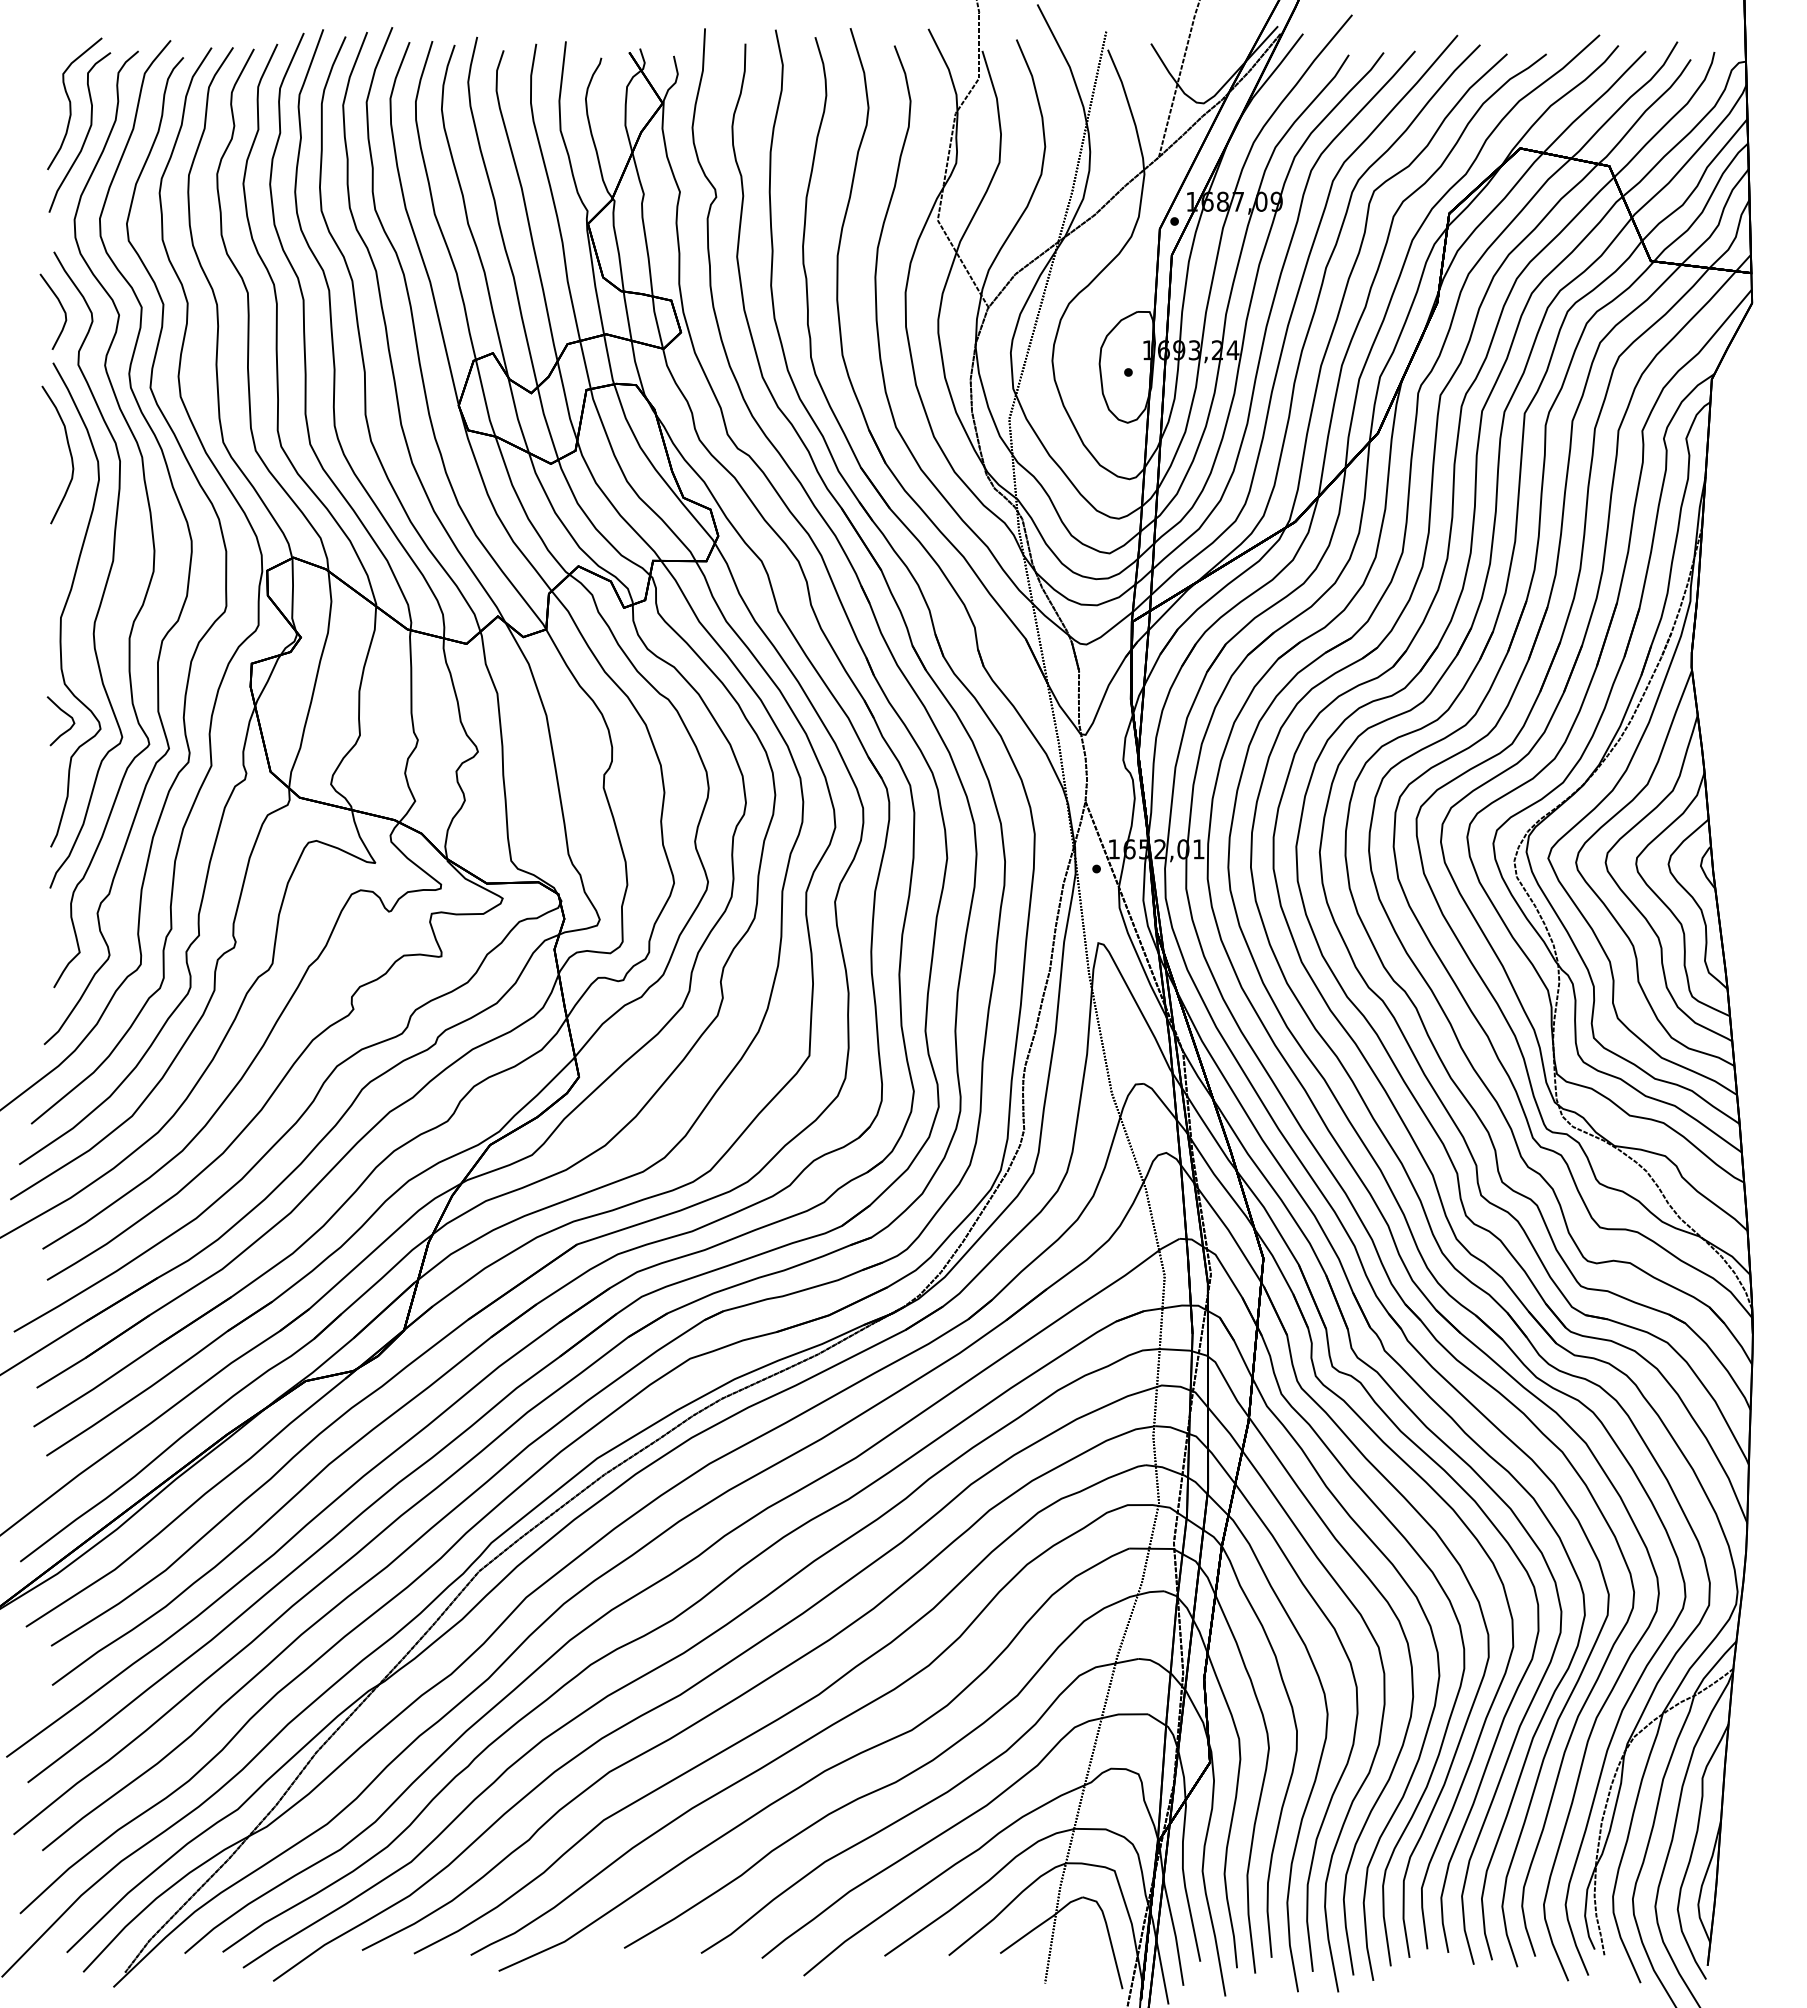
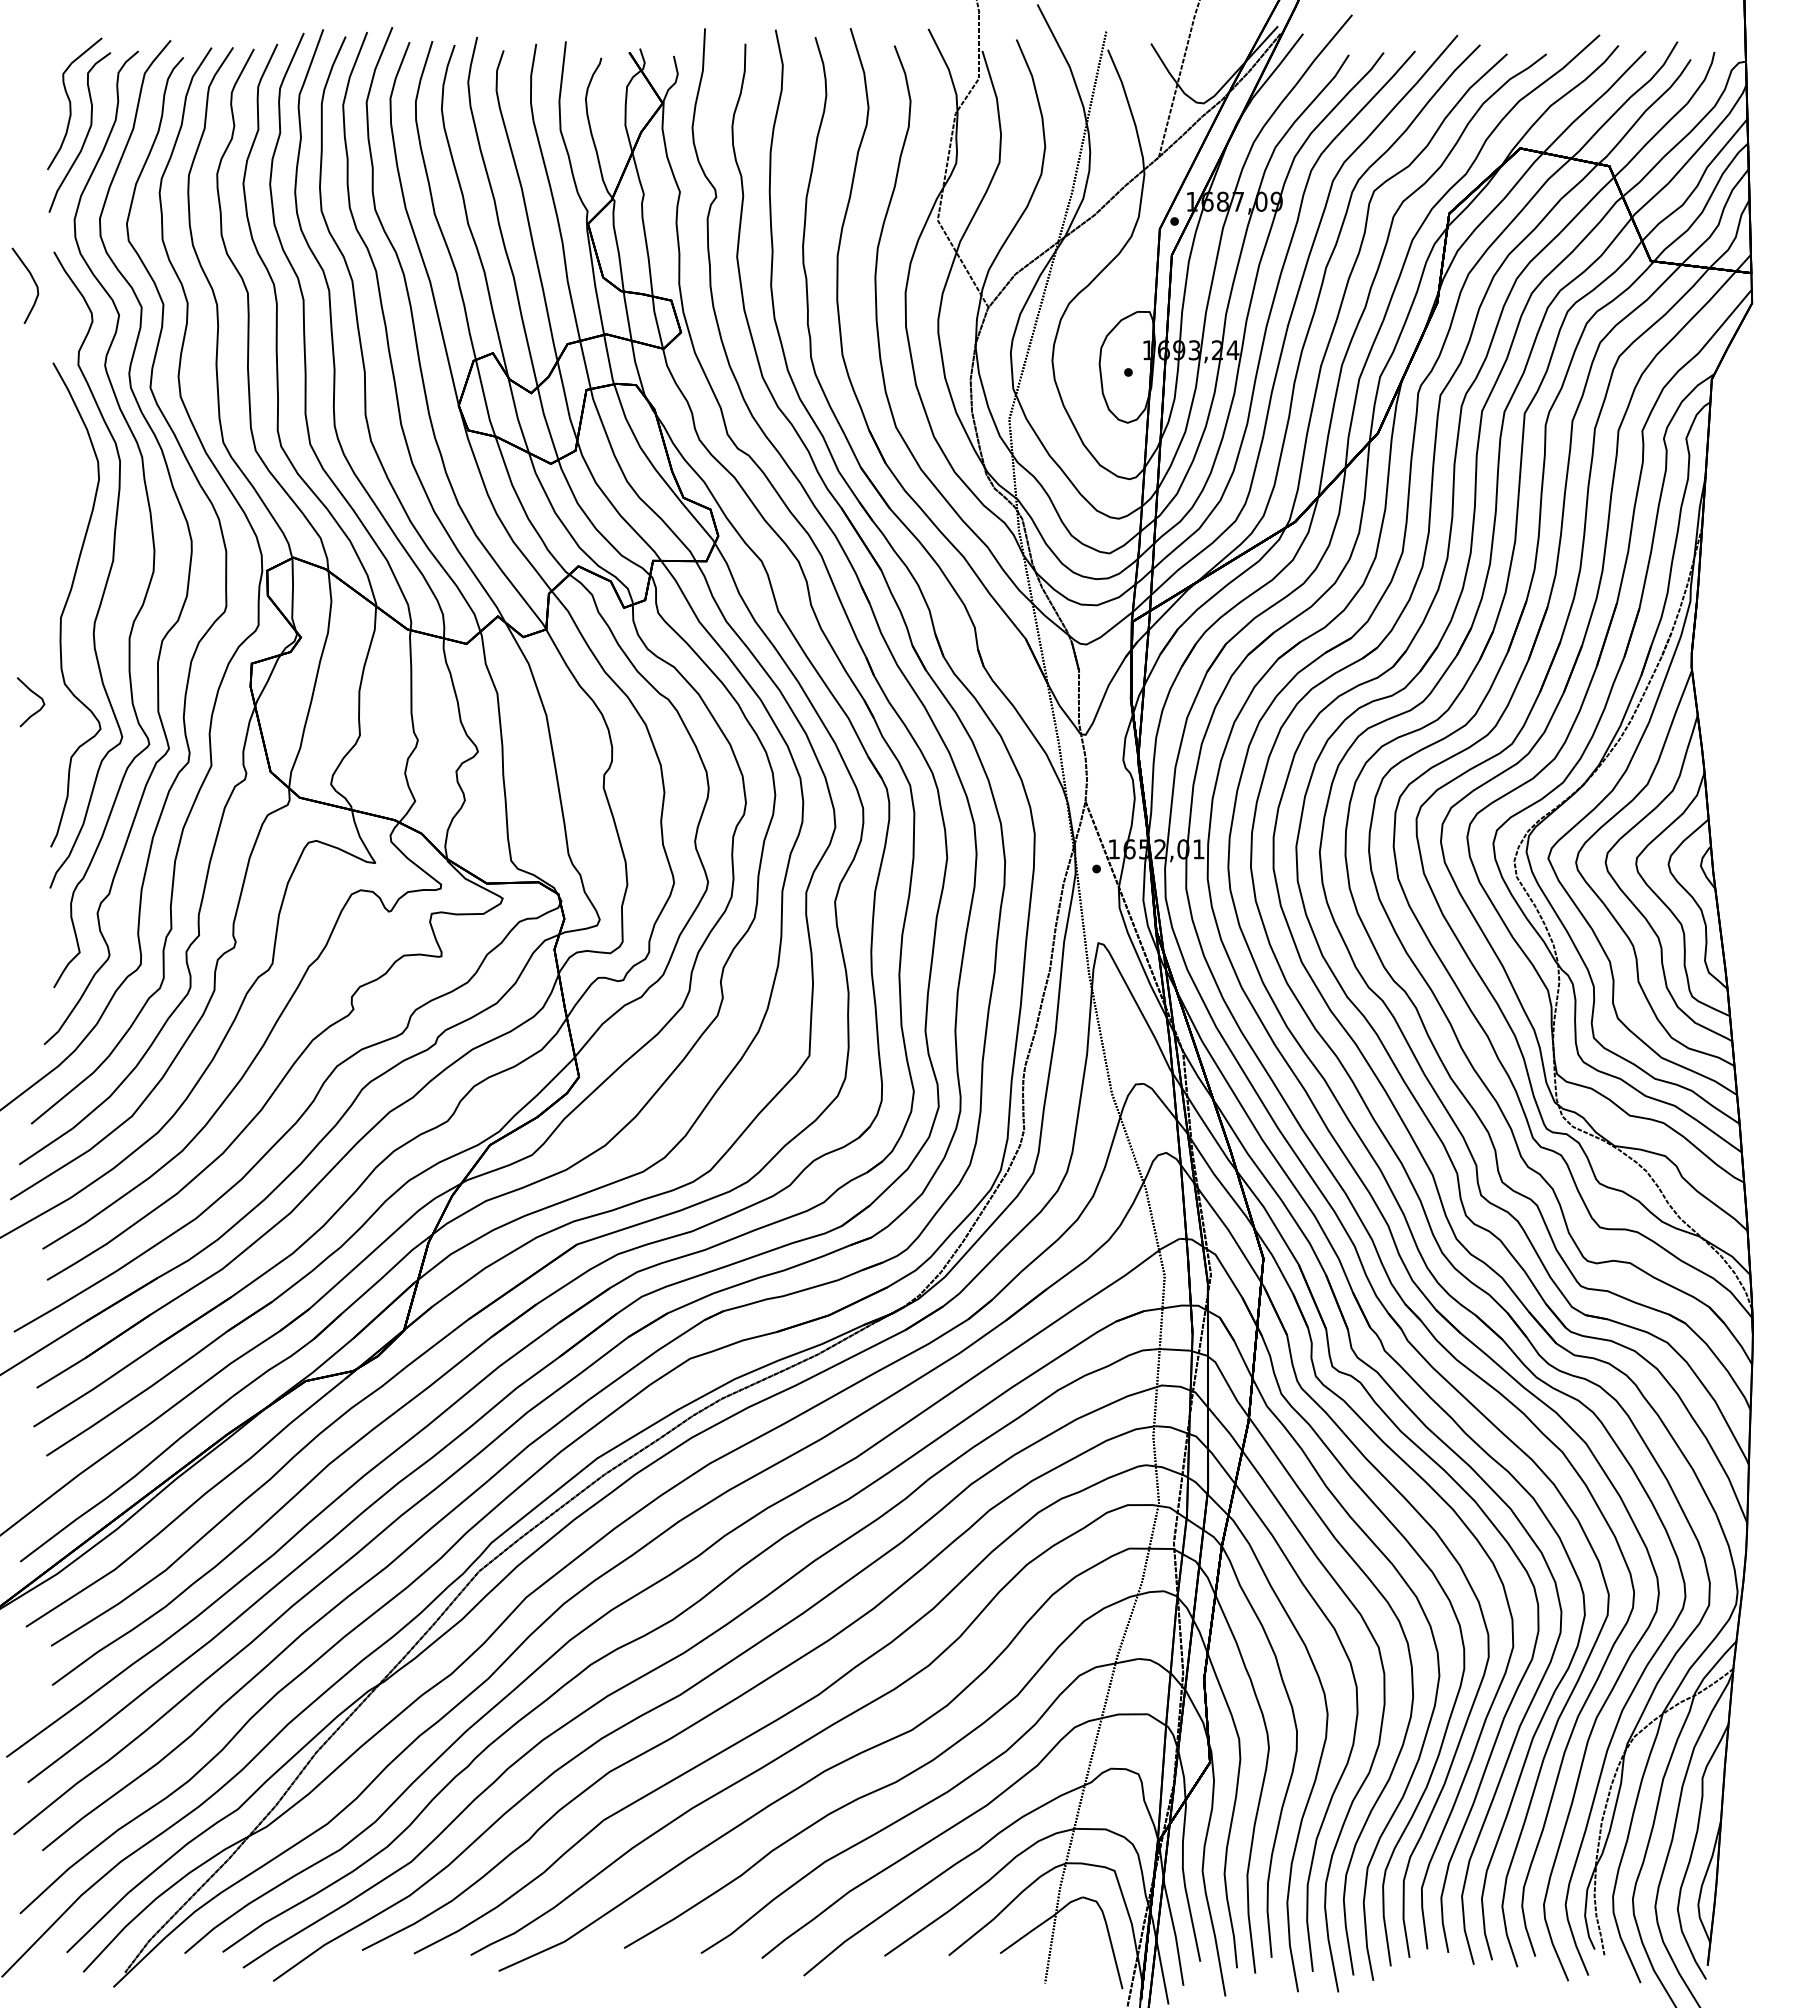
curve at (61, 307) position: (61, 307) -> (33, 281)
curve at (69, 453): present -> none
curve at (65, 714) position: (65, 714) -> (35, 695)
